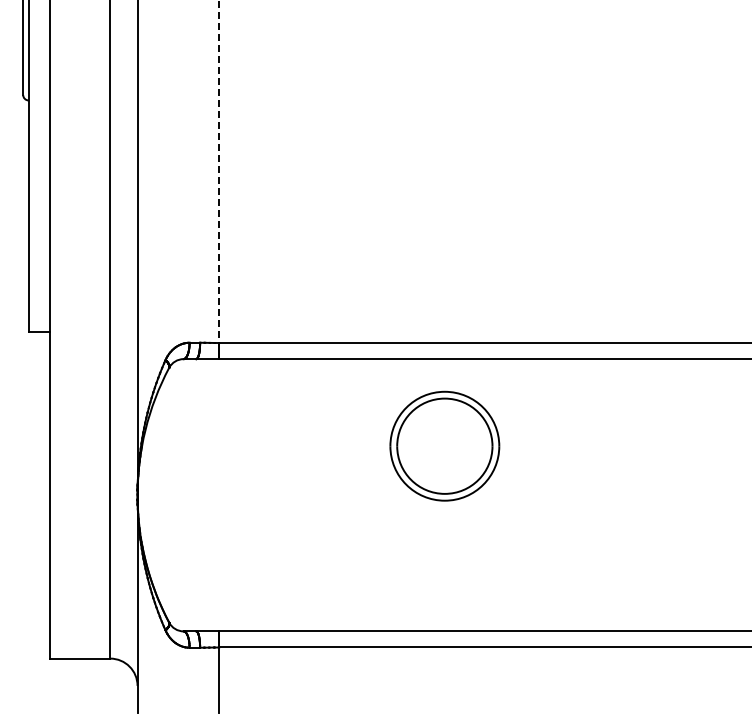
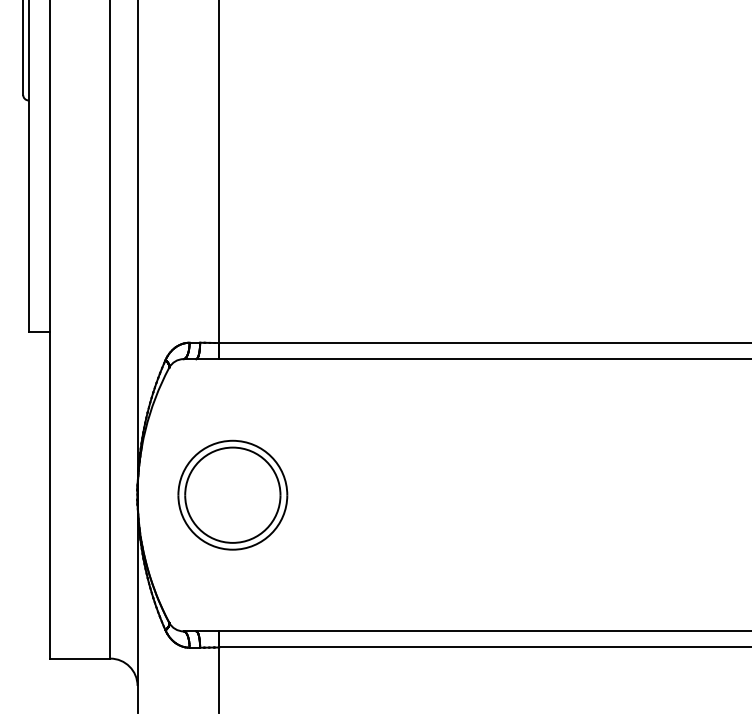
line at (219, 172): dashed -> solid
part at (444, 445) position: (444, 445) -> (232, 494)
